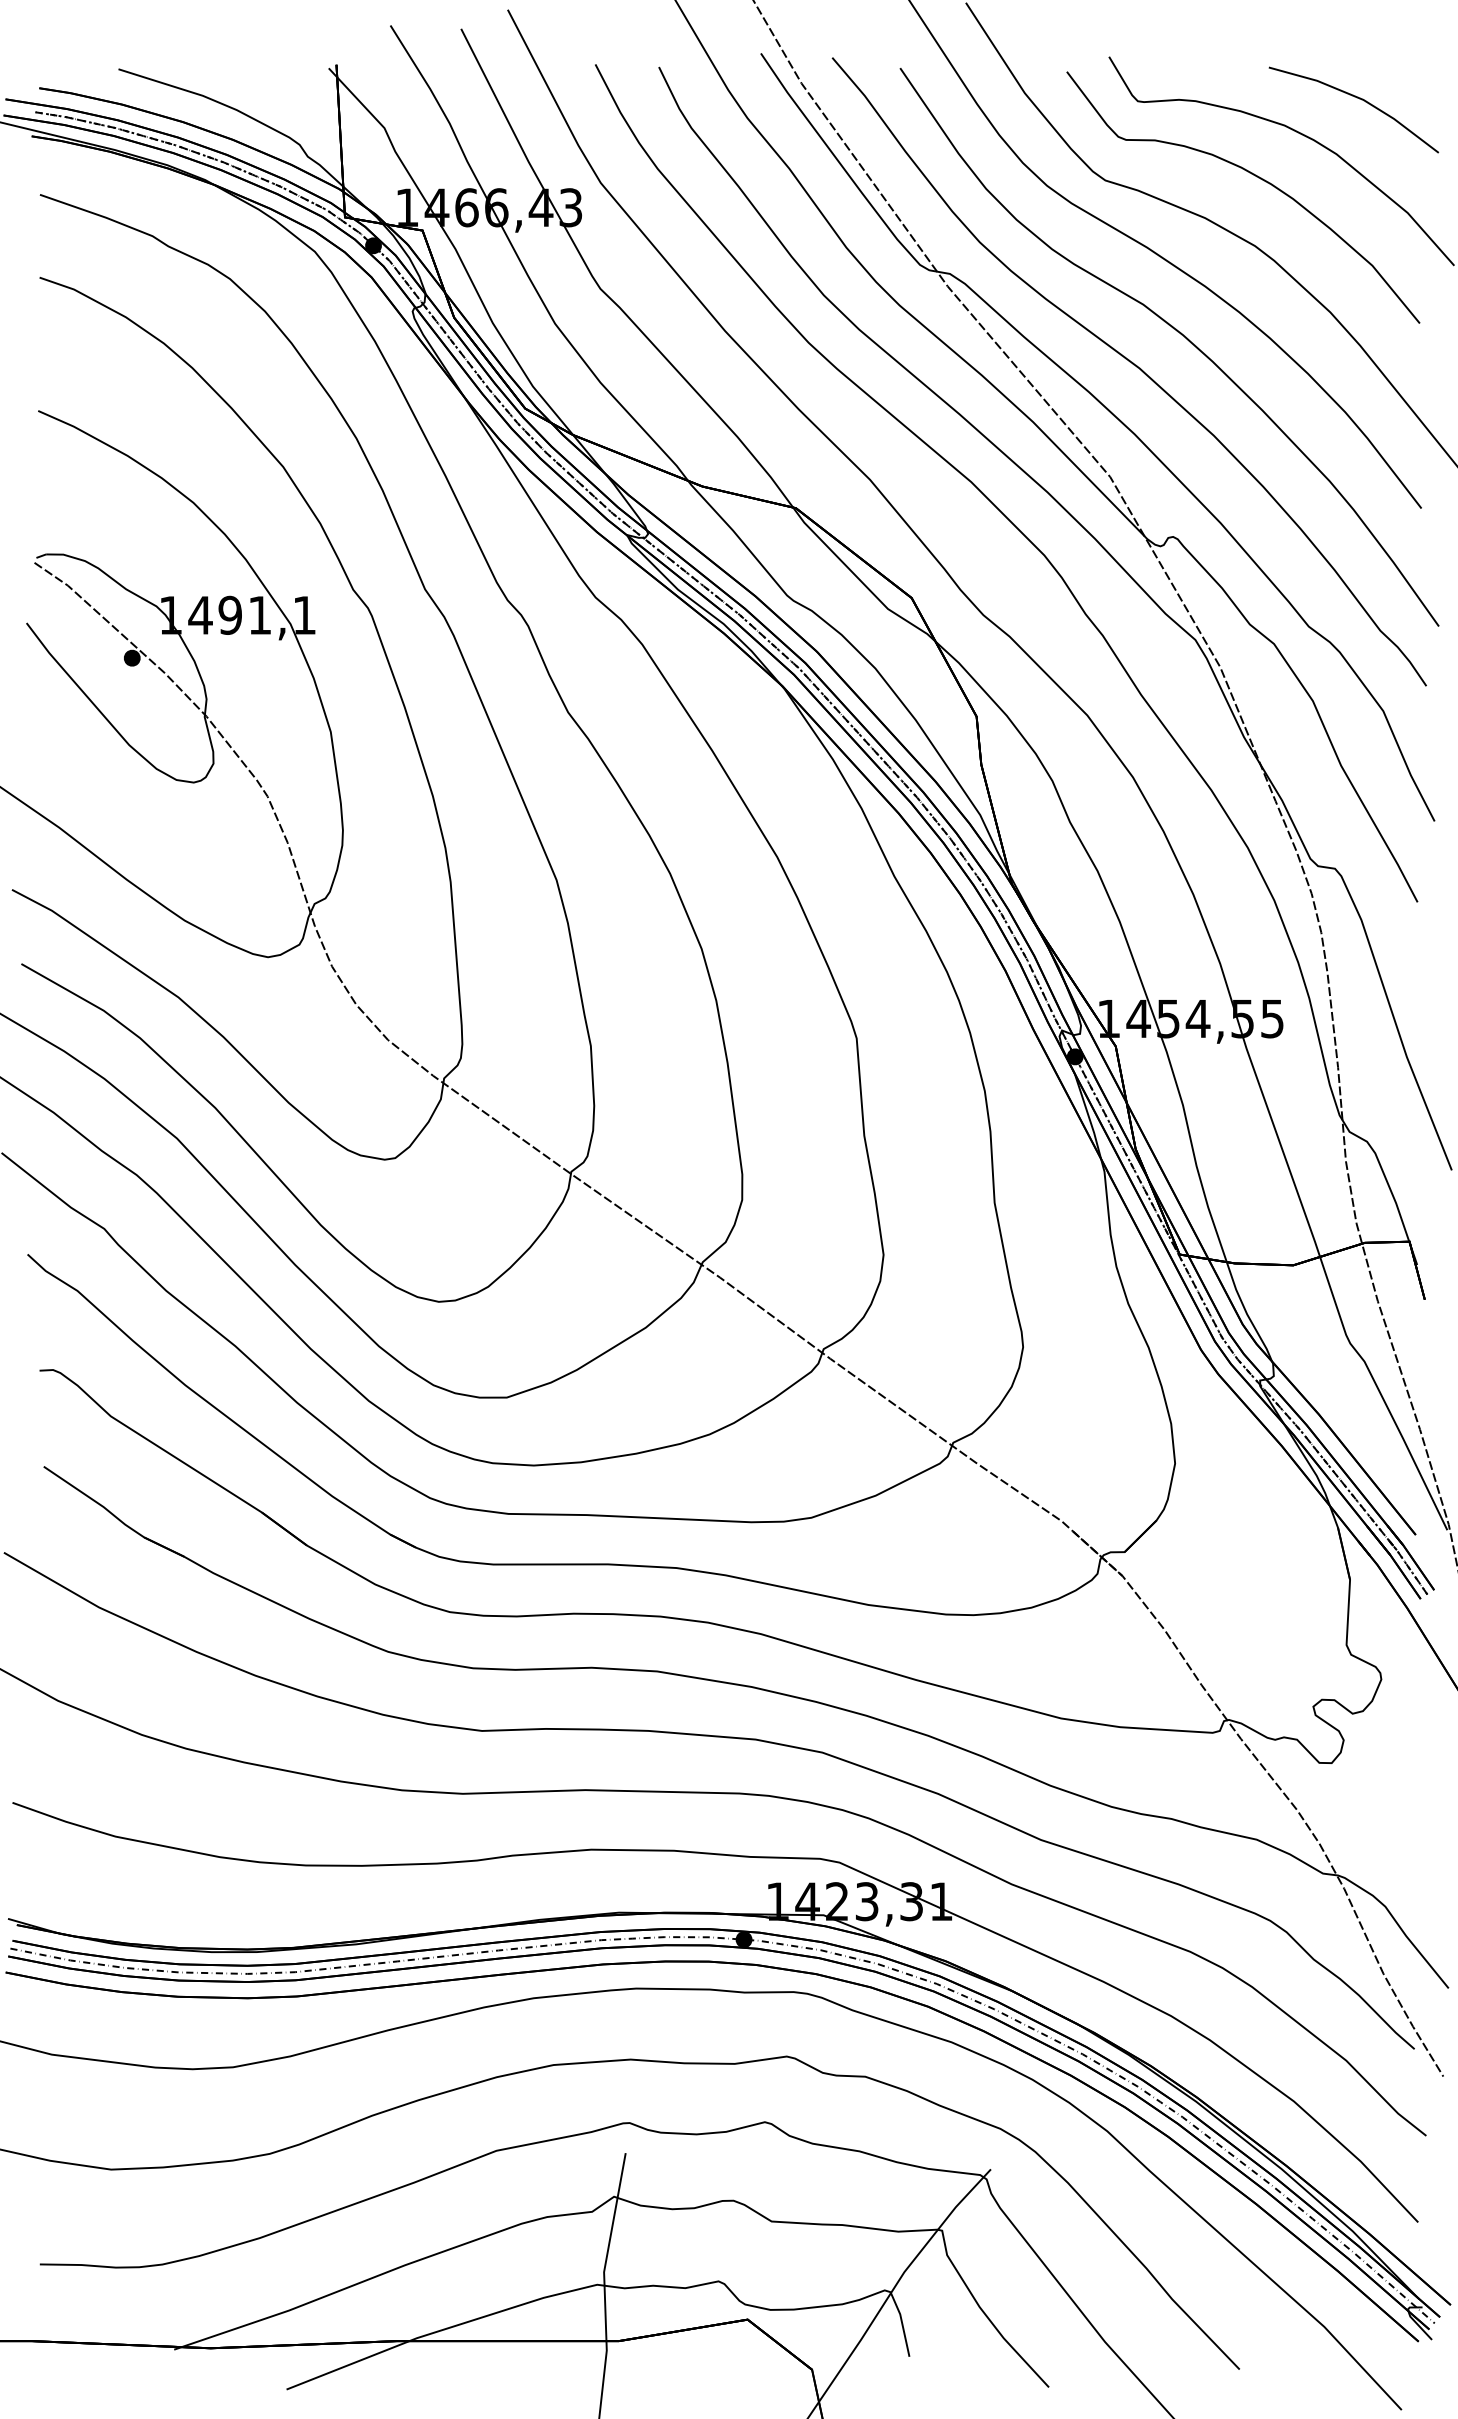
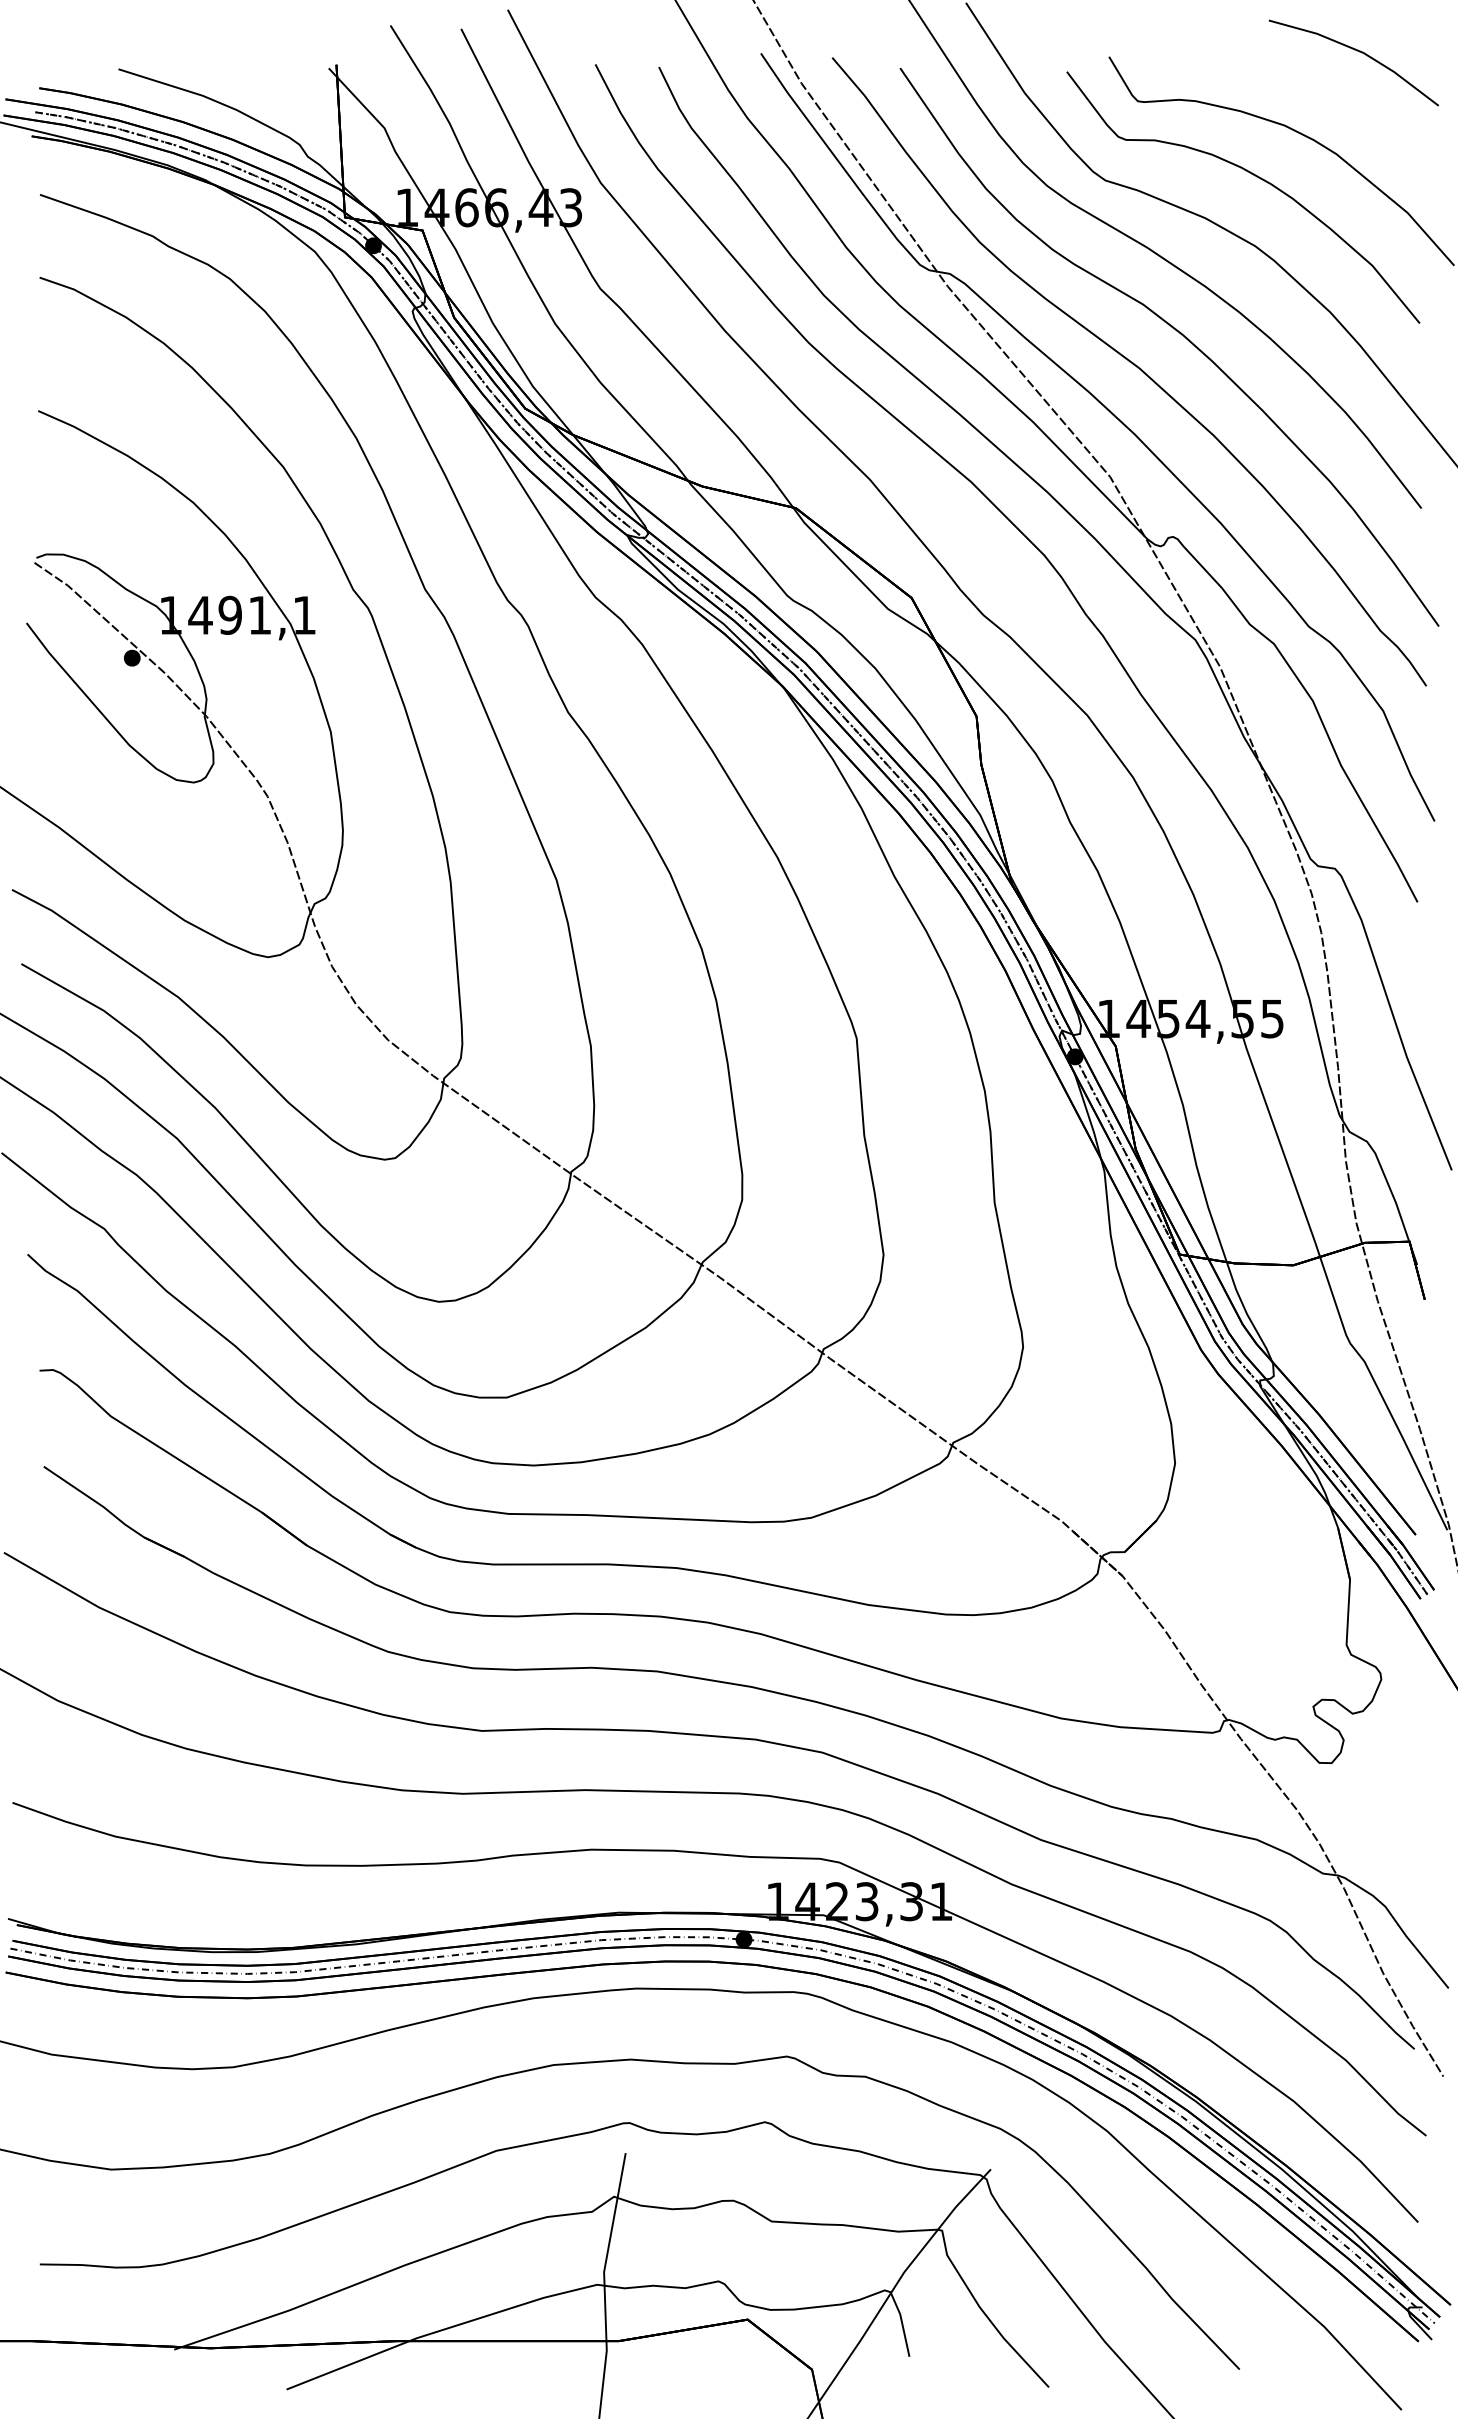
line at (1359, 99) position: (1359, 99) -> (1359, 52)
